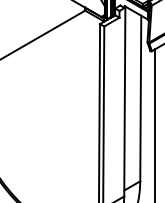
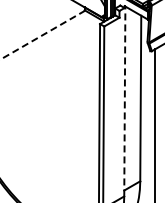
line at (42, 35): solid -> dashed
line at (124, 101): solid -> dashed
